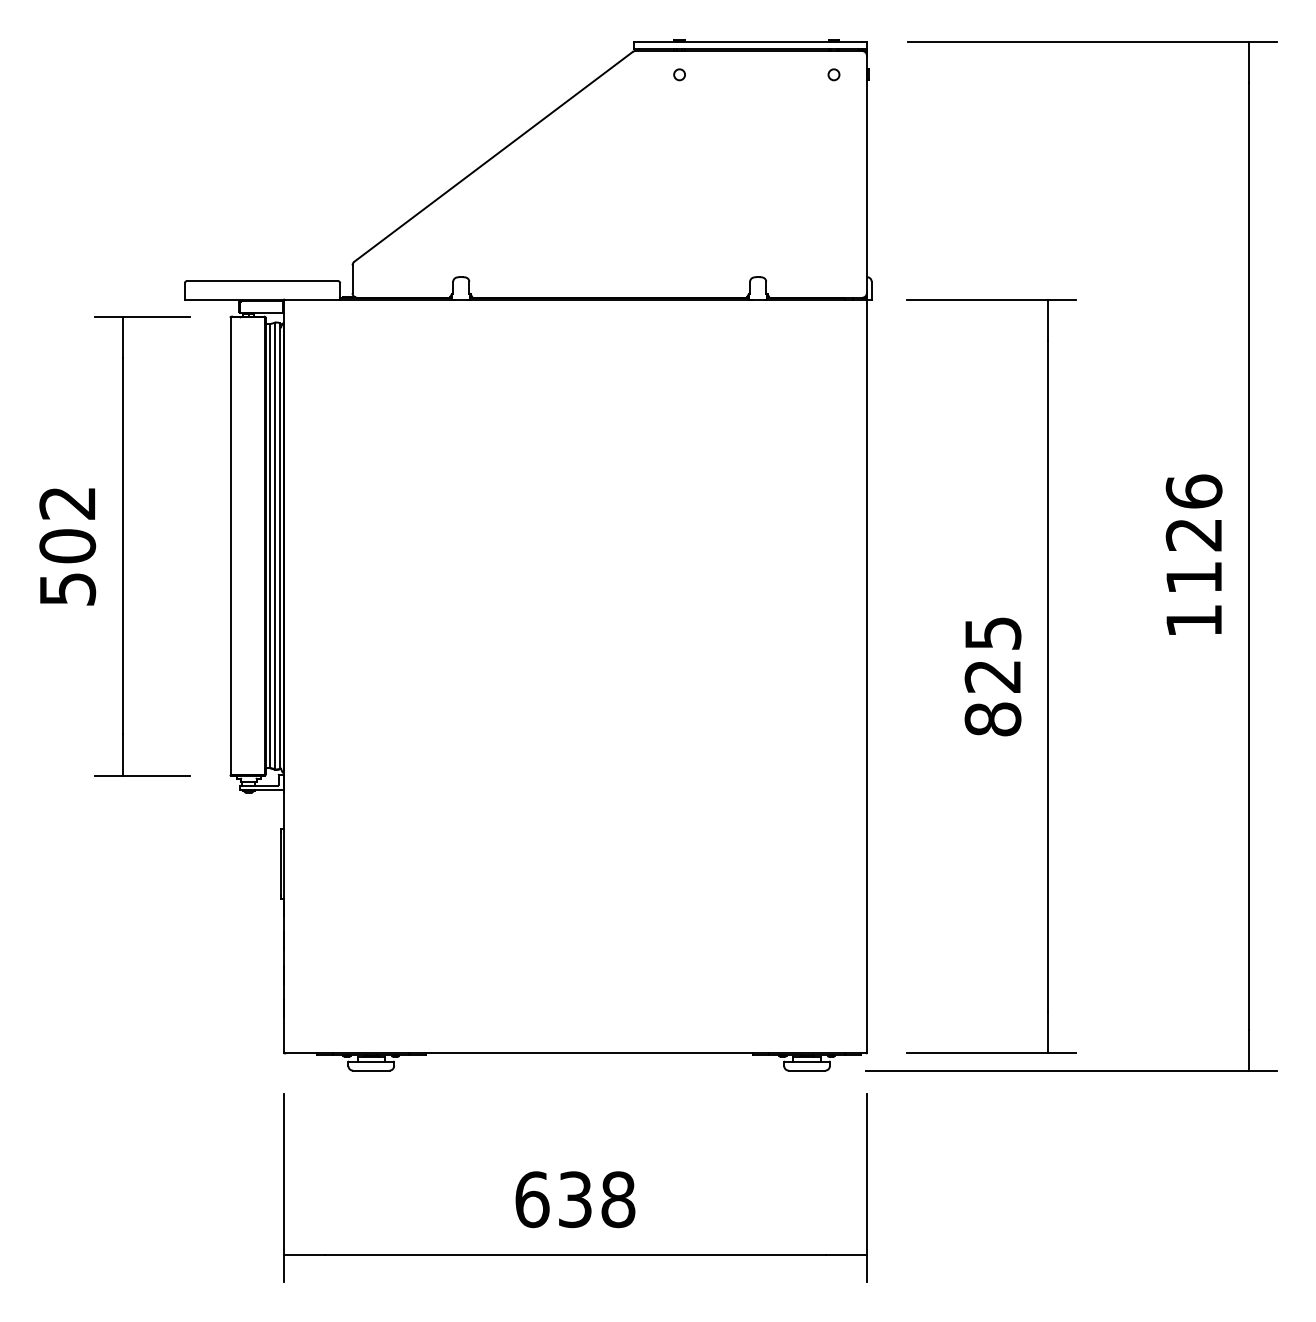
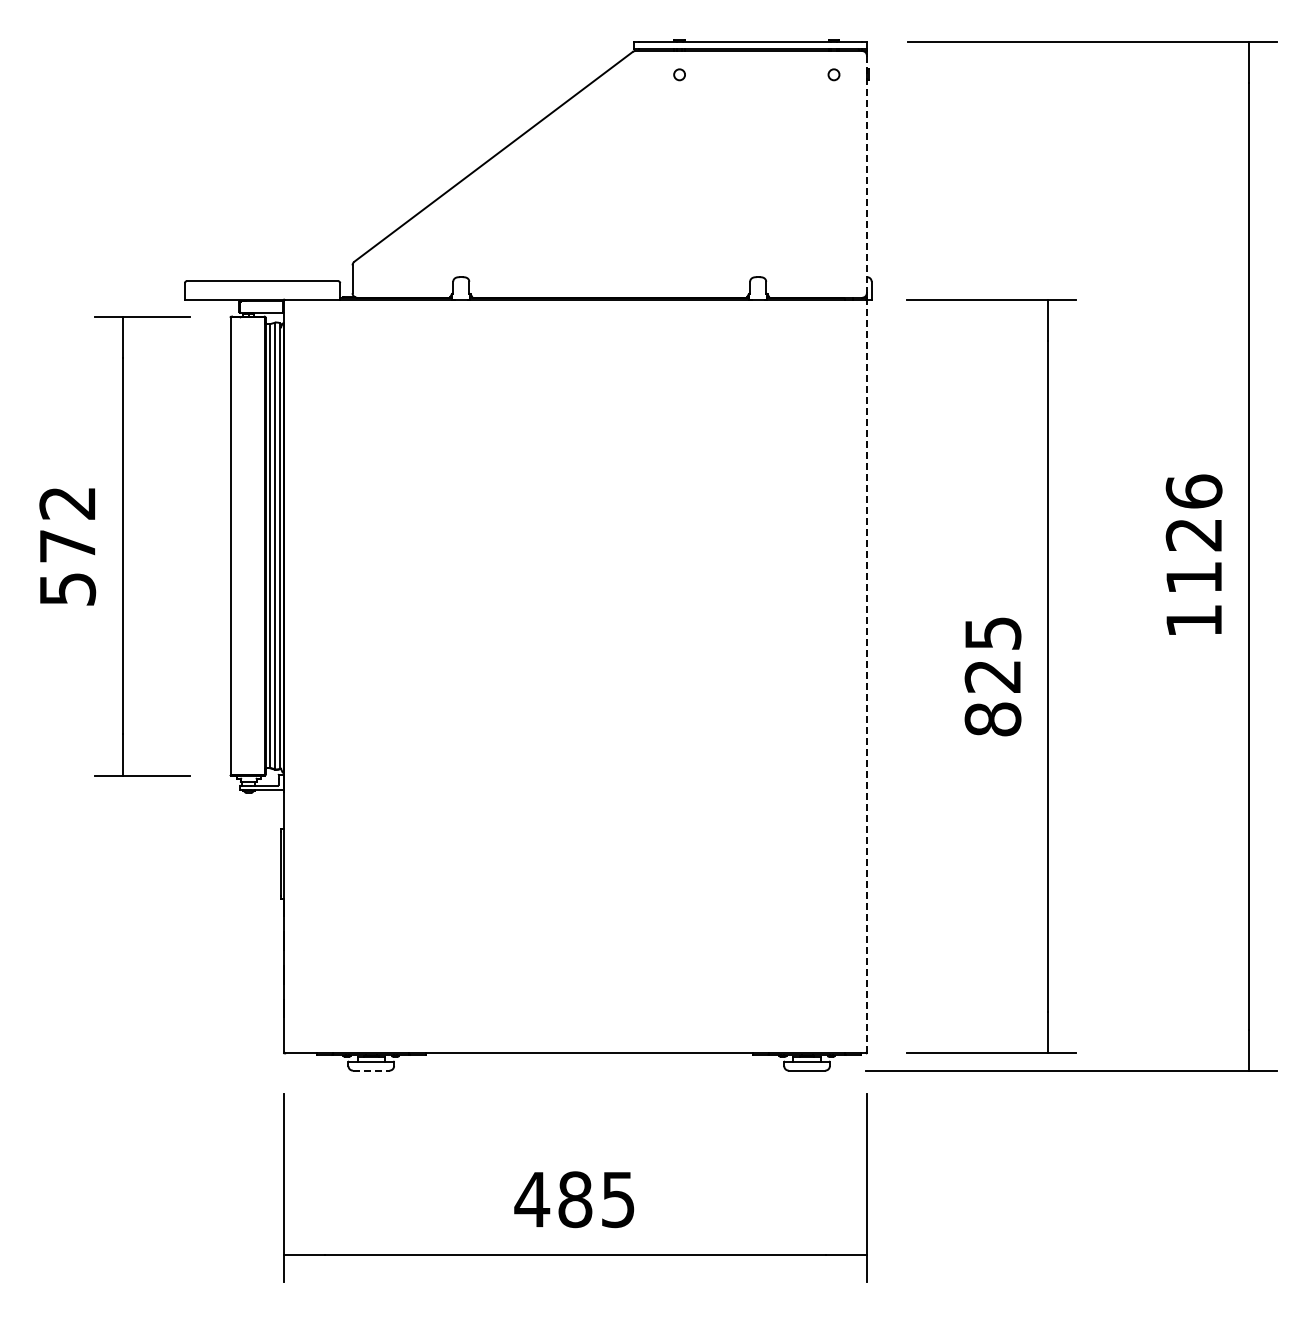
line at (866, 174): solid -> dashed
text at (67, 546): 502 -> 572
line at (866, 675): solid -> dashed
line at (371, 1070): solid -> dashed
text at (574, 1199): 638 -> 485
